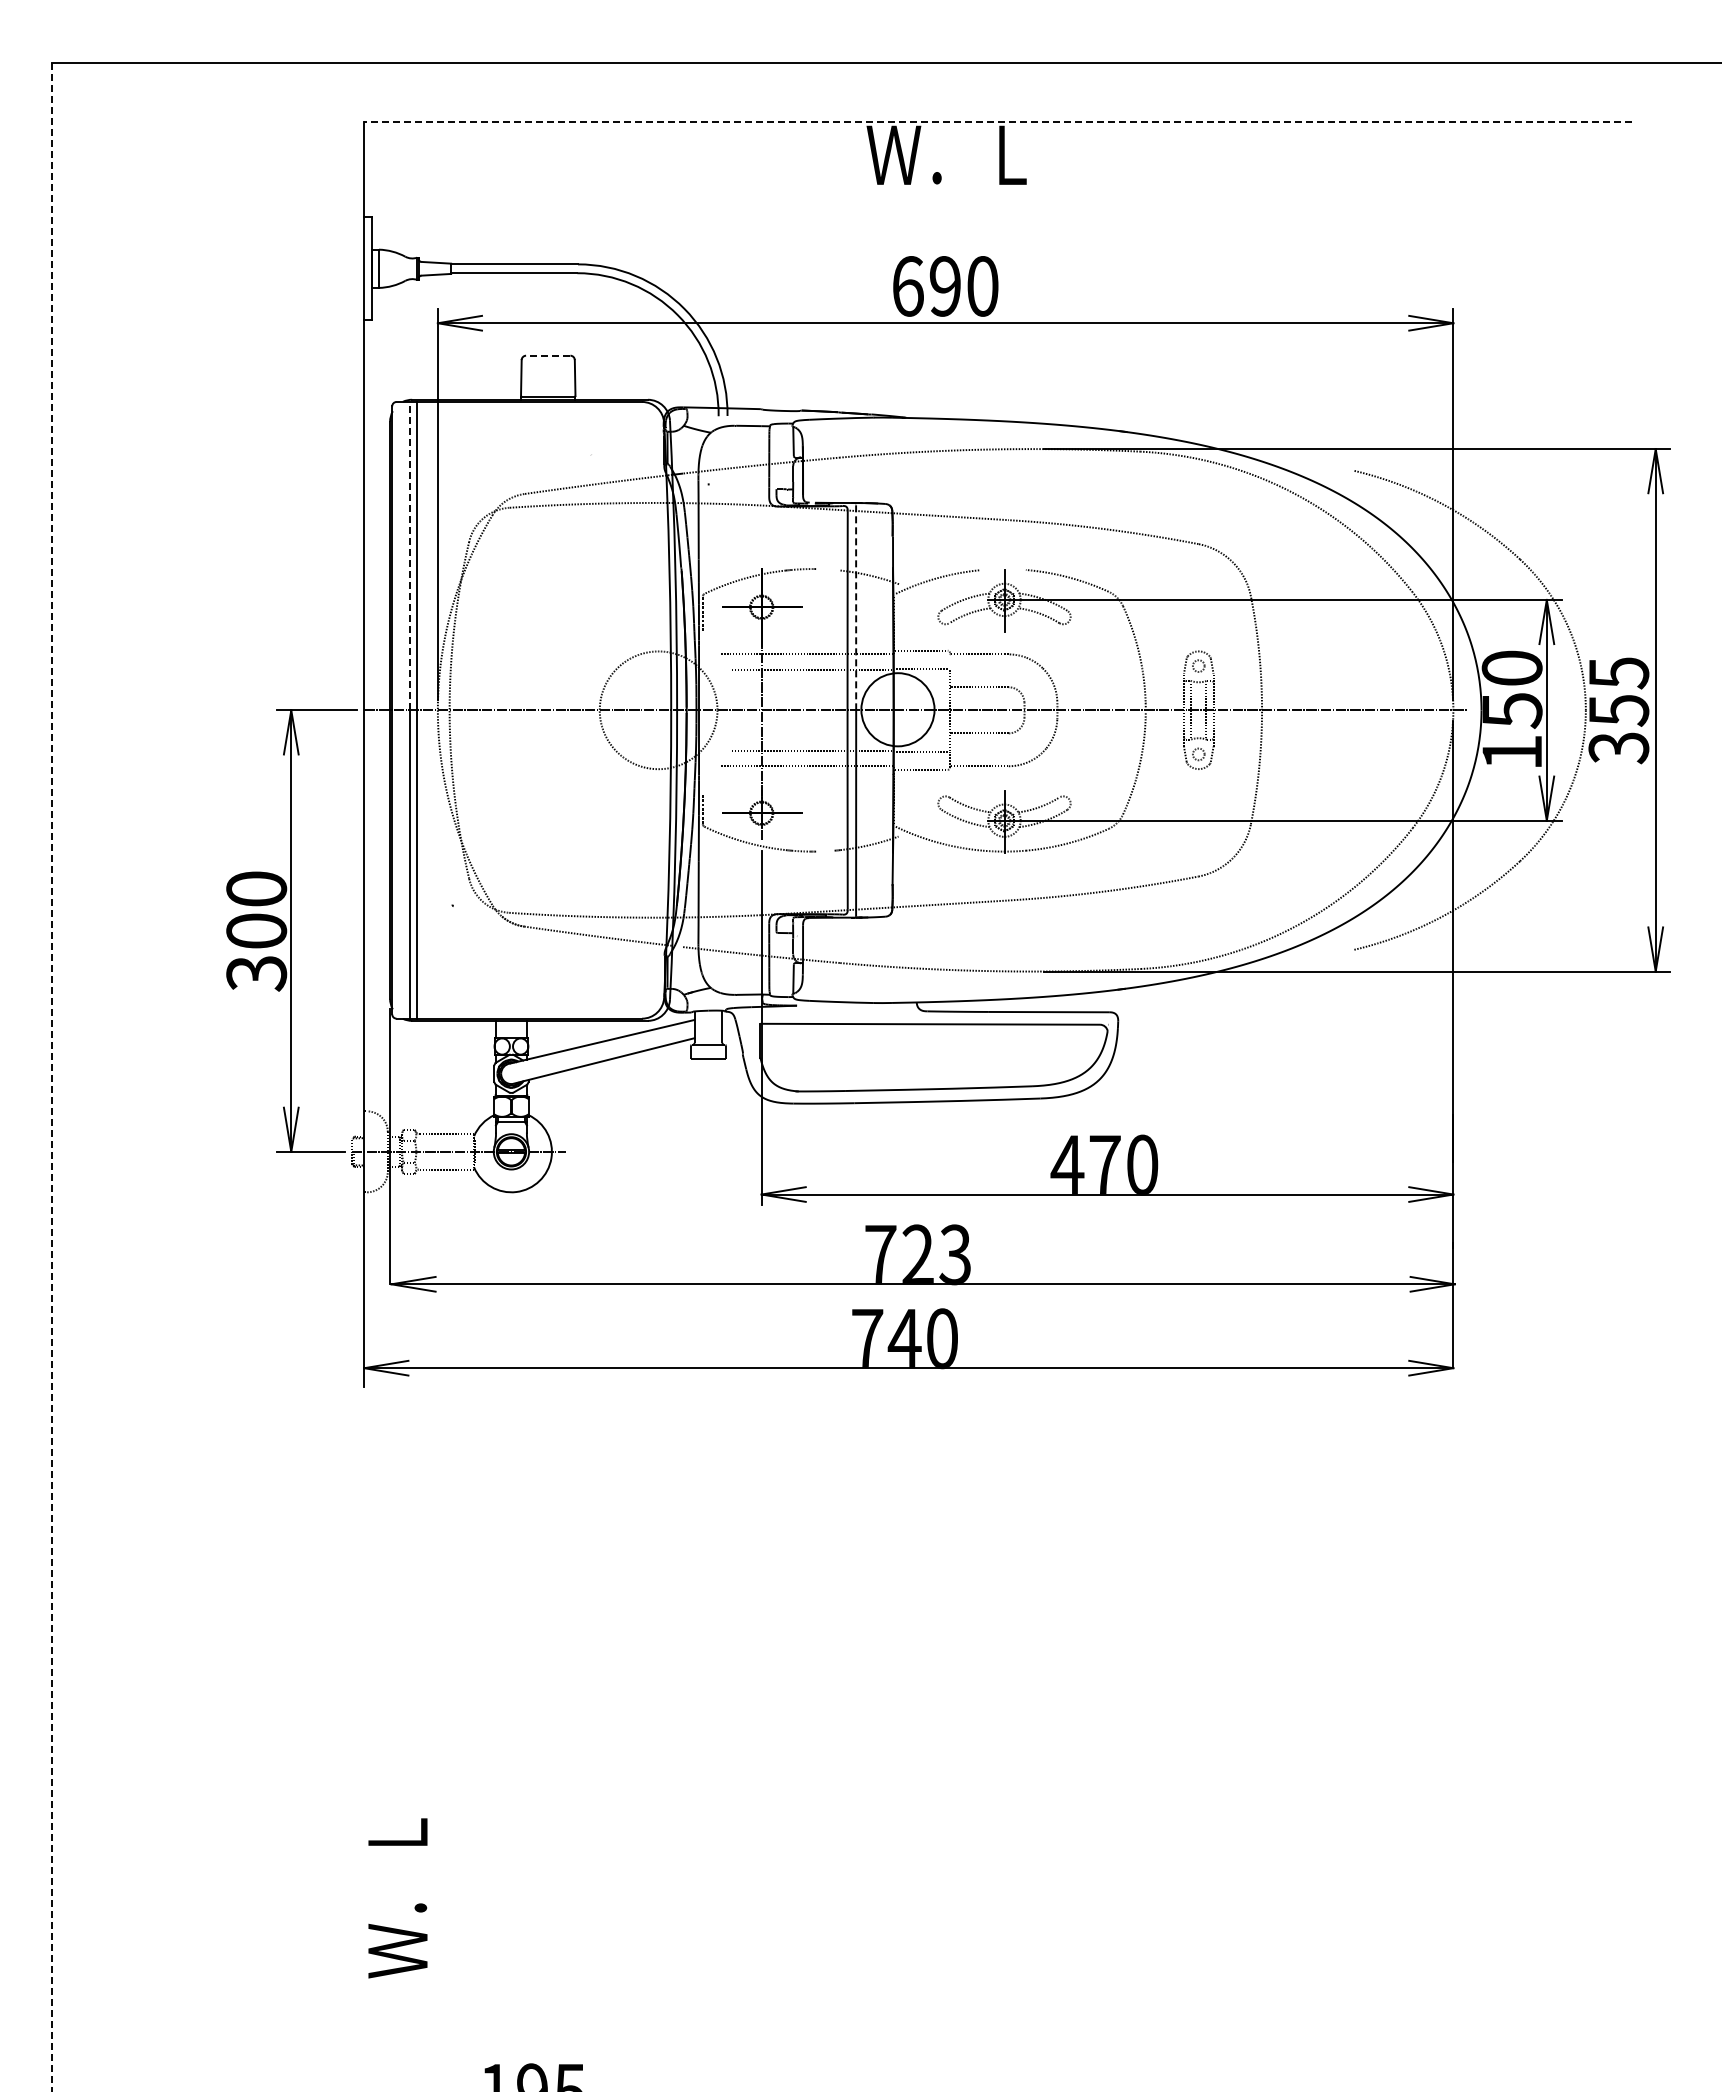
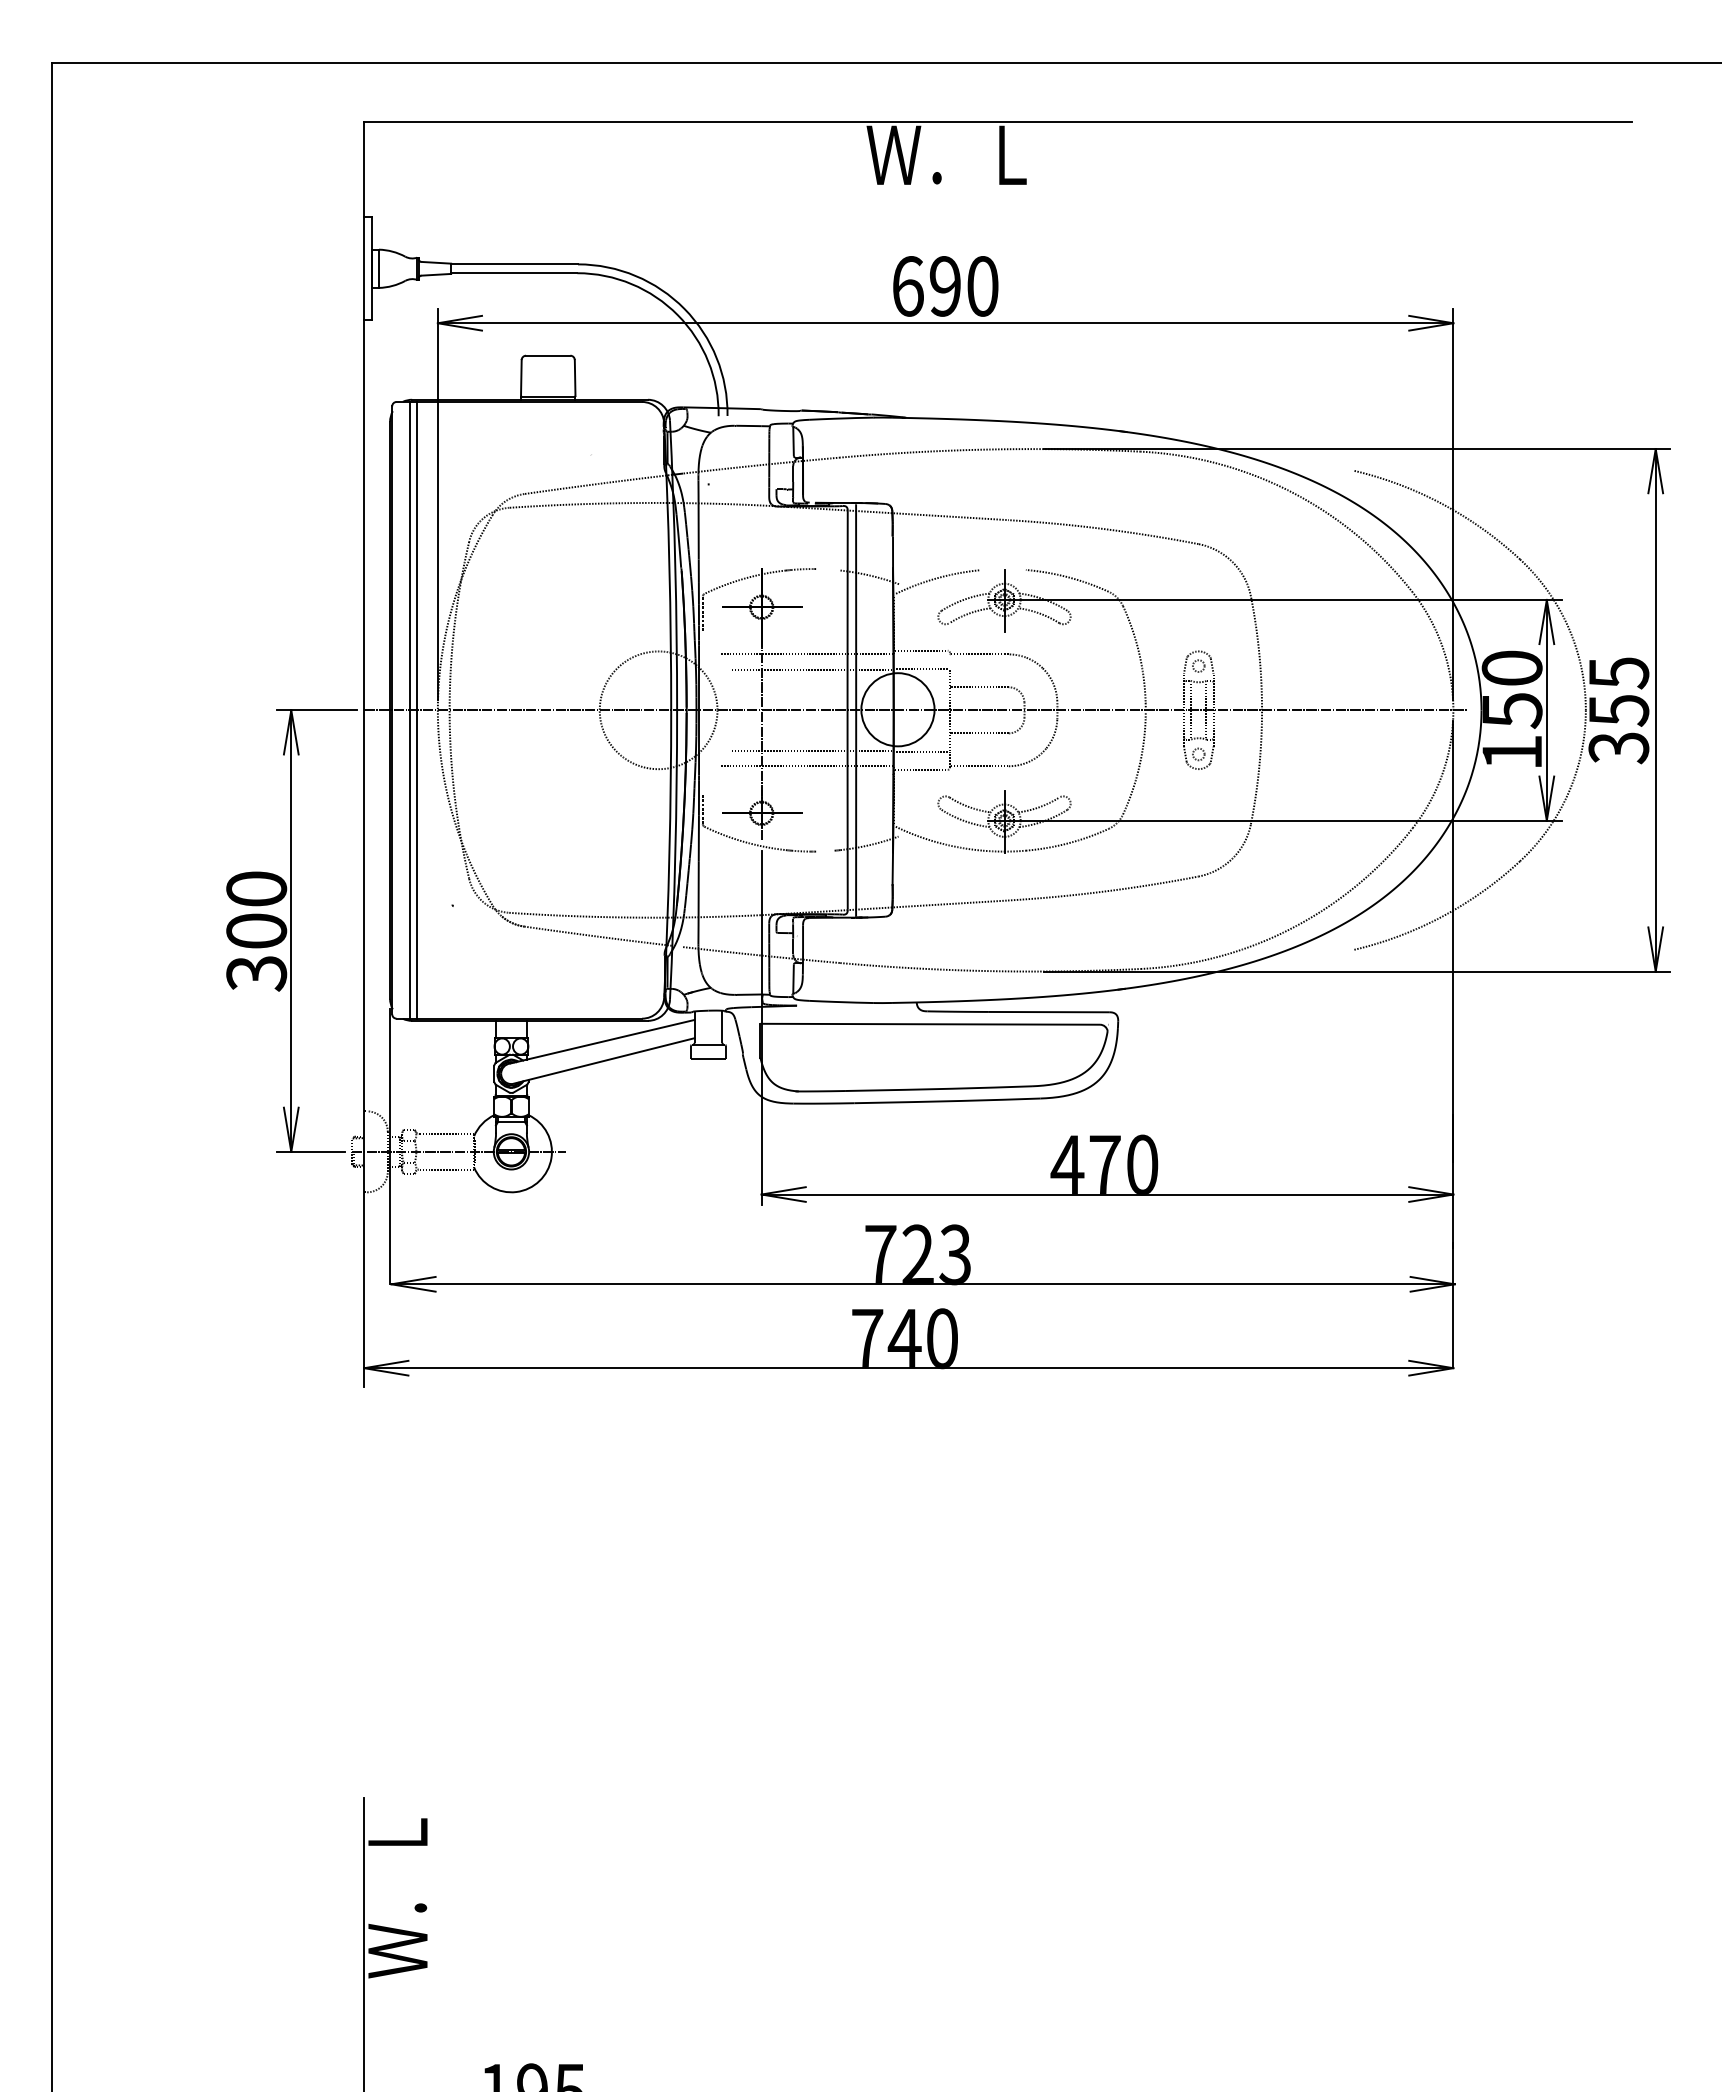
line at (998, 121): dashed -> solid
line at (547, 355): dashed -> solid
line at (409, 555): dashed -> solid
line at (856, 606): dashed -> solid
line at (51, 1076): dashed -> solid
line at (364, 1942): none -> present
